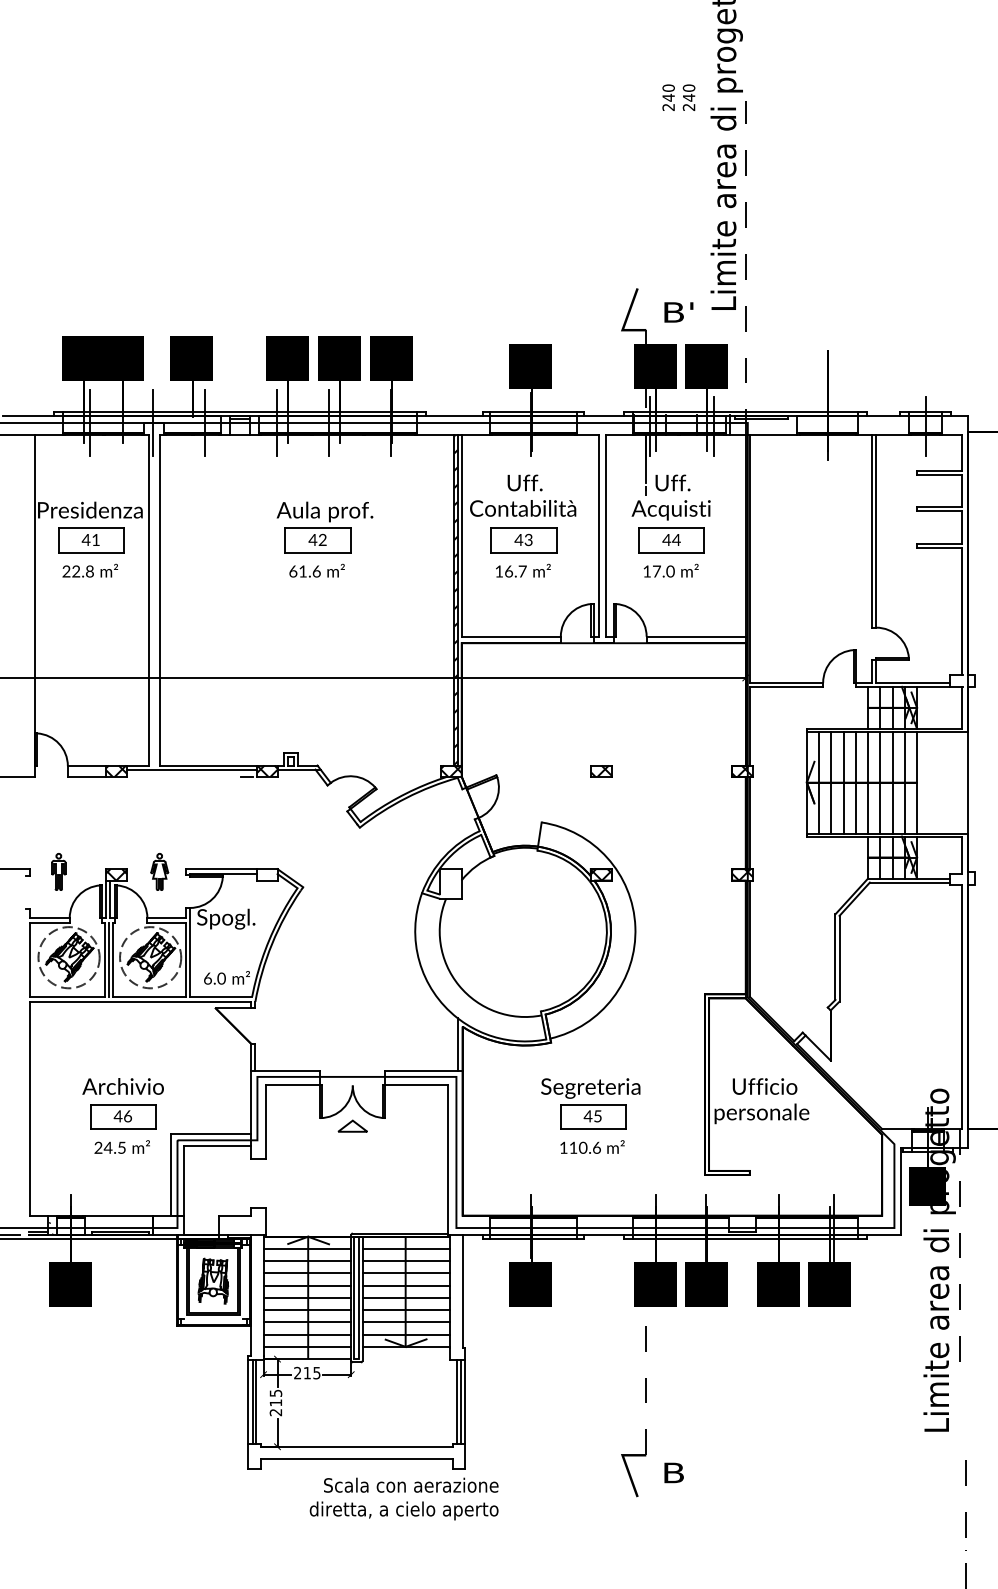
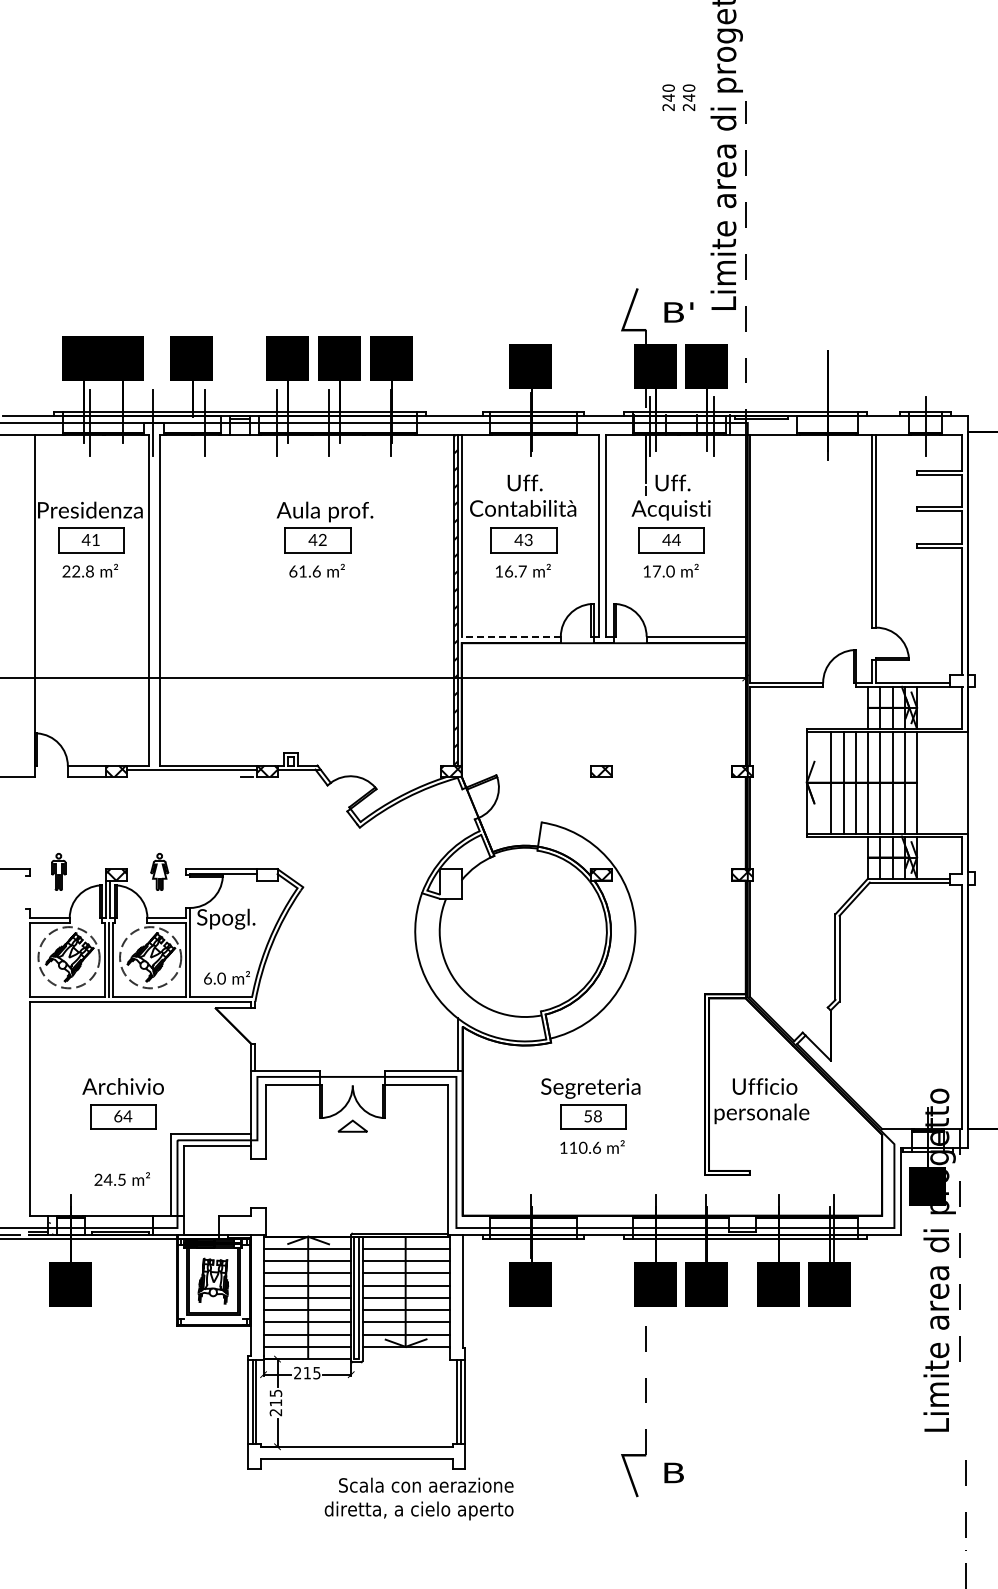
line at (511, 636): solid -> dashed
line at (819, 782): present -> none
text at (122, 1116): 46 -> 64
text at (592, 1116): 45 -> 58
text at (121, 1146) position: (121, 1146) -> (121, 1178)
text at (403, 1498) position: (403, 1498) -> (418, 1498)
